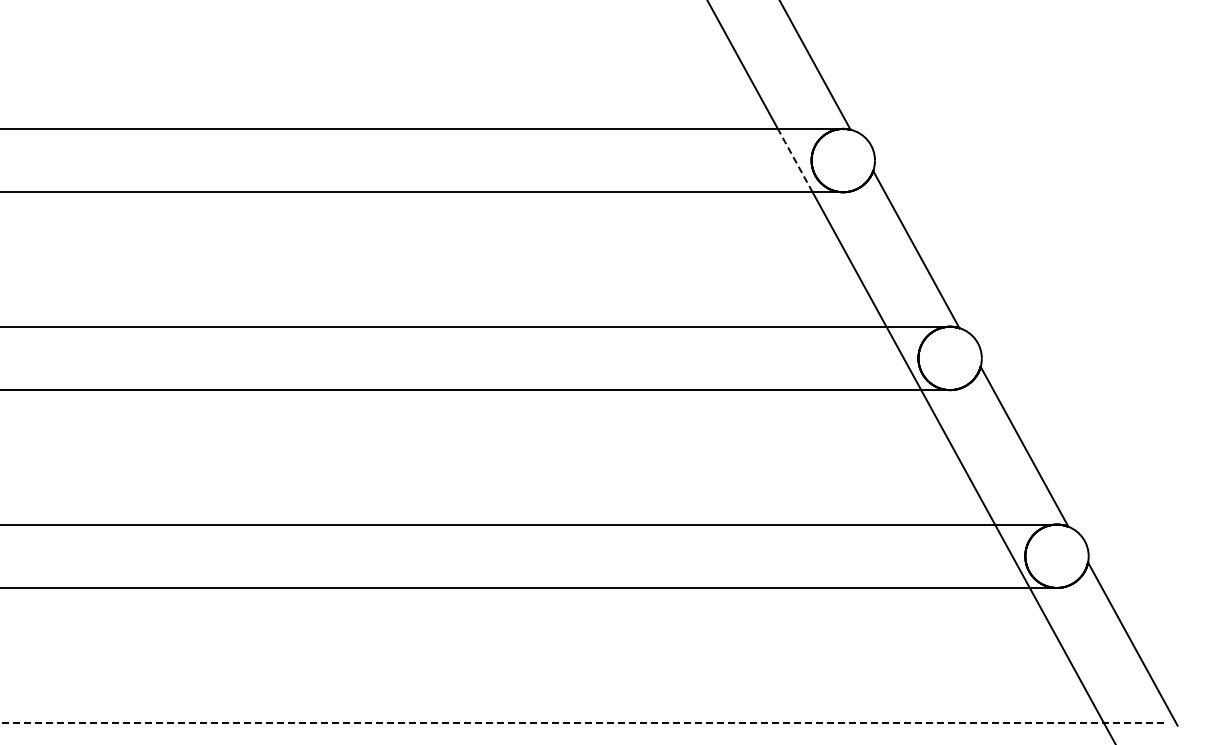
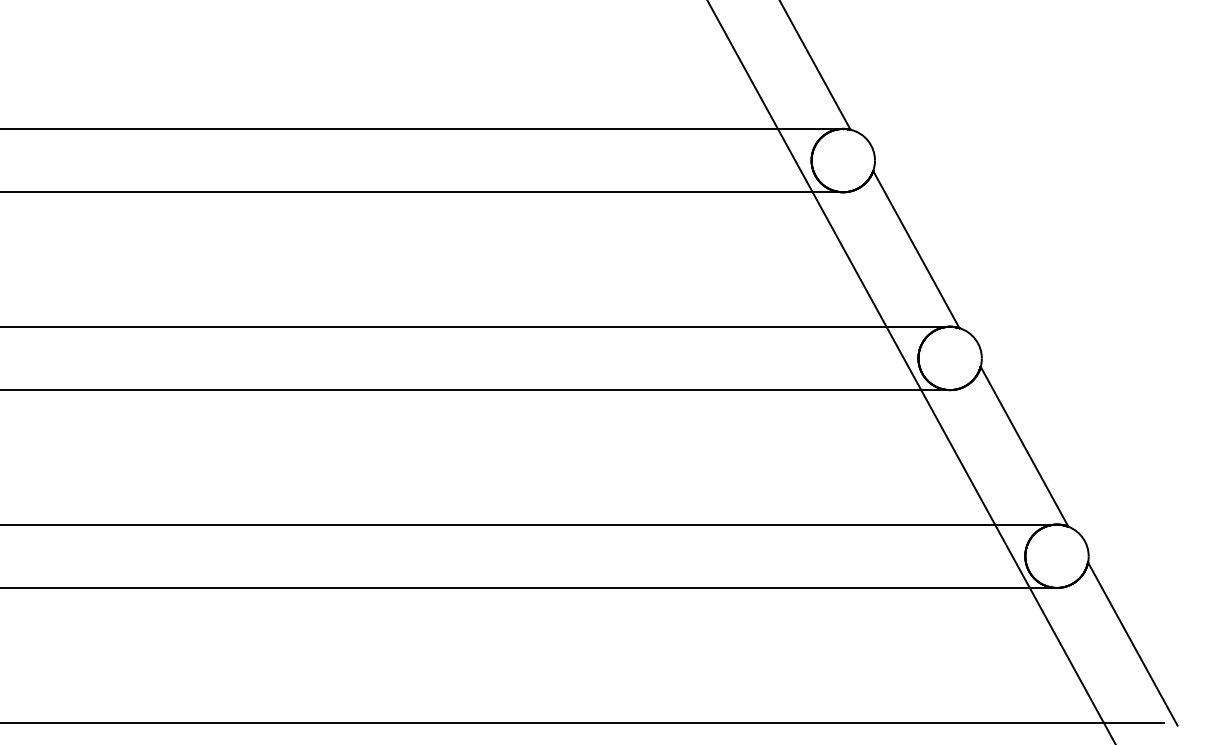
line at (795, 160): dashed -> solid
line at (581, 722): dashed -> solid
